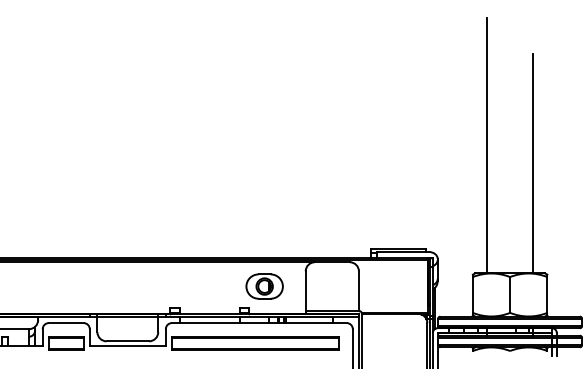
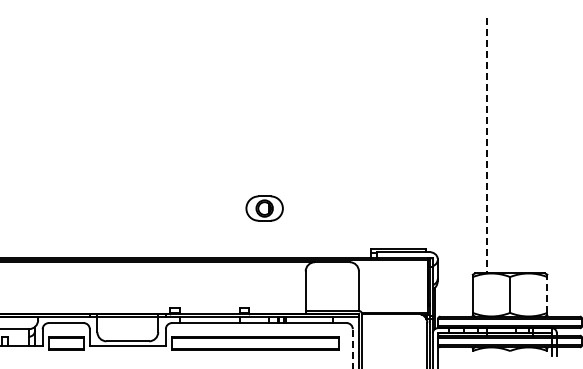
line at (486, 145): solid -> dashed
line at (533, 163): present -> none
part at (264, 286) position: (264, 286) -> (264, 208)
line at (547, 294): solid -> dashed
line at (352, 348): solid -> dashed
